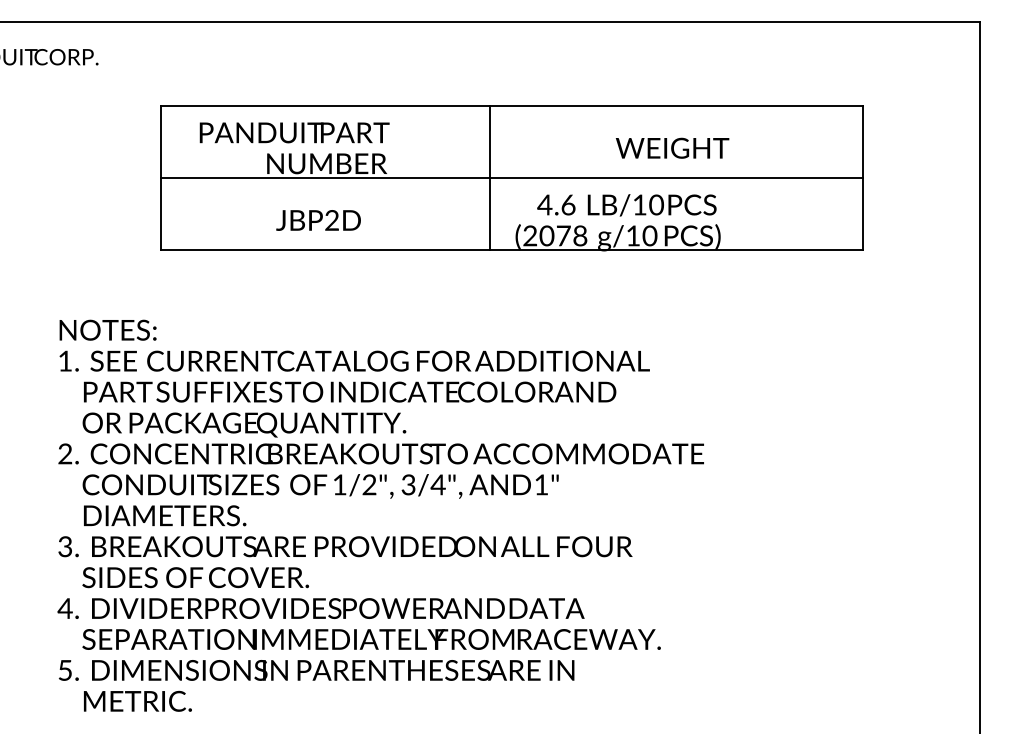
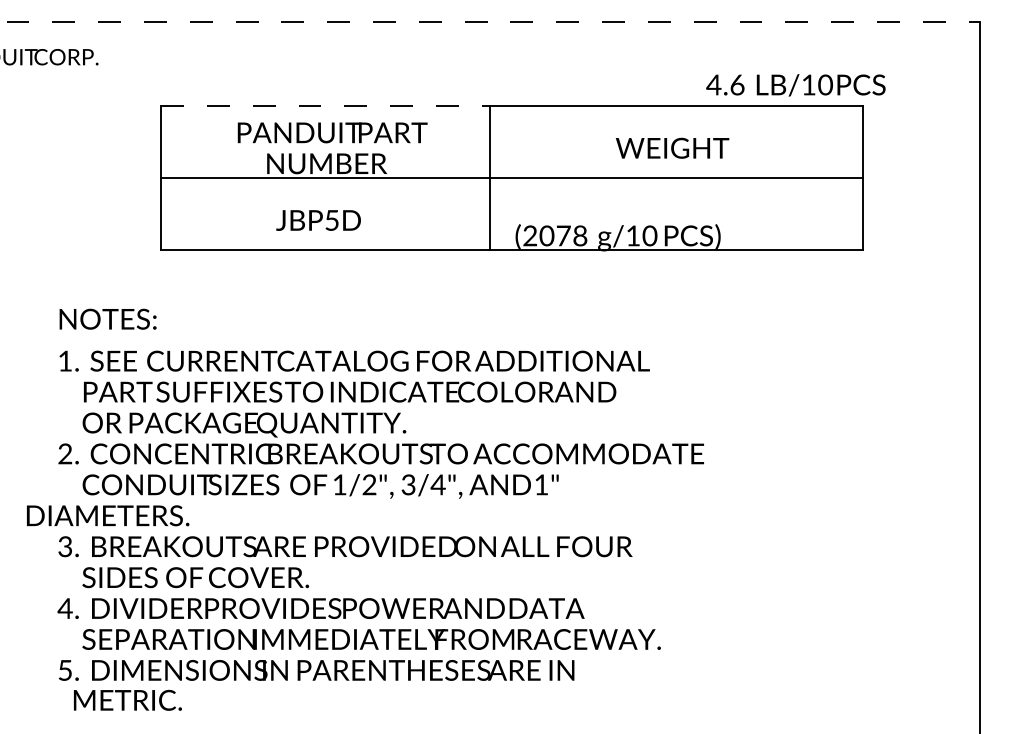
line at (490, 22): solid -> dashed
line at (325, 105): solid -> dashed
text at (294, 132) position: (294, 132) -> (332, 132)
text at (626, 205) position: (626, 205) -> (795, 85)
text at (331, 220): JBP2D -> JBP5D
text at (107, 329) position: (107, 329) -> (107, 318)
text at (165, 515) position: (165, 515) -> (108, 515)
text at (137, 700) position: (137, 700) -> (127, 699)
